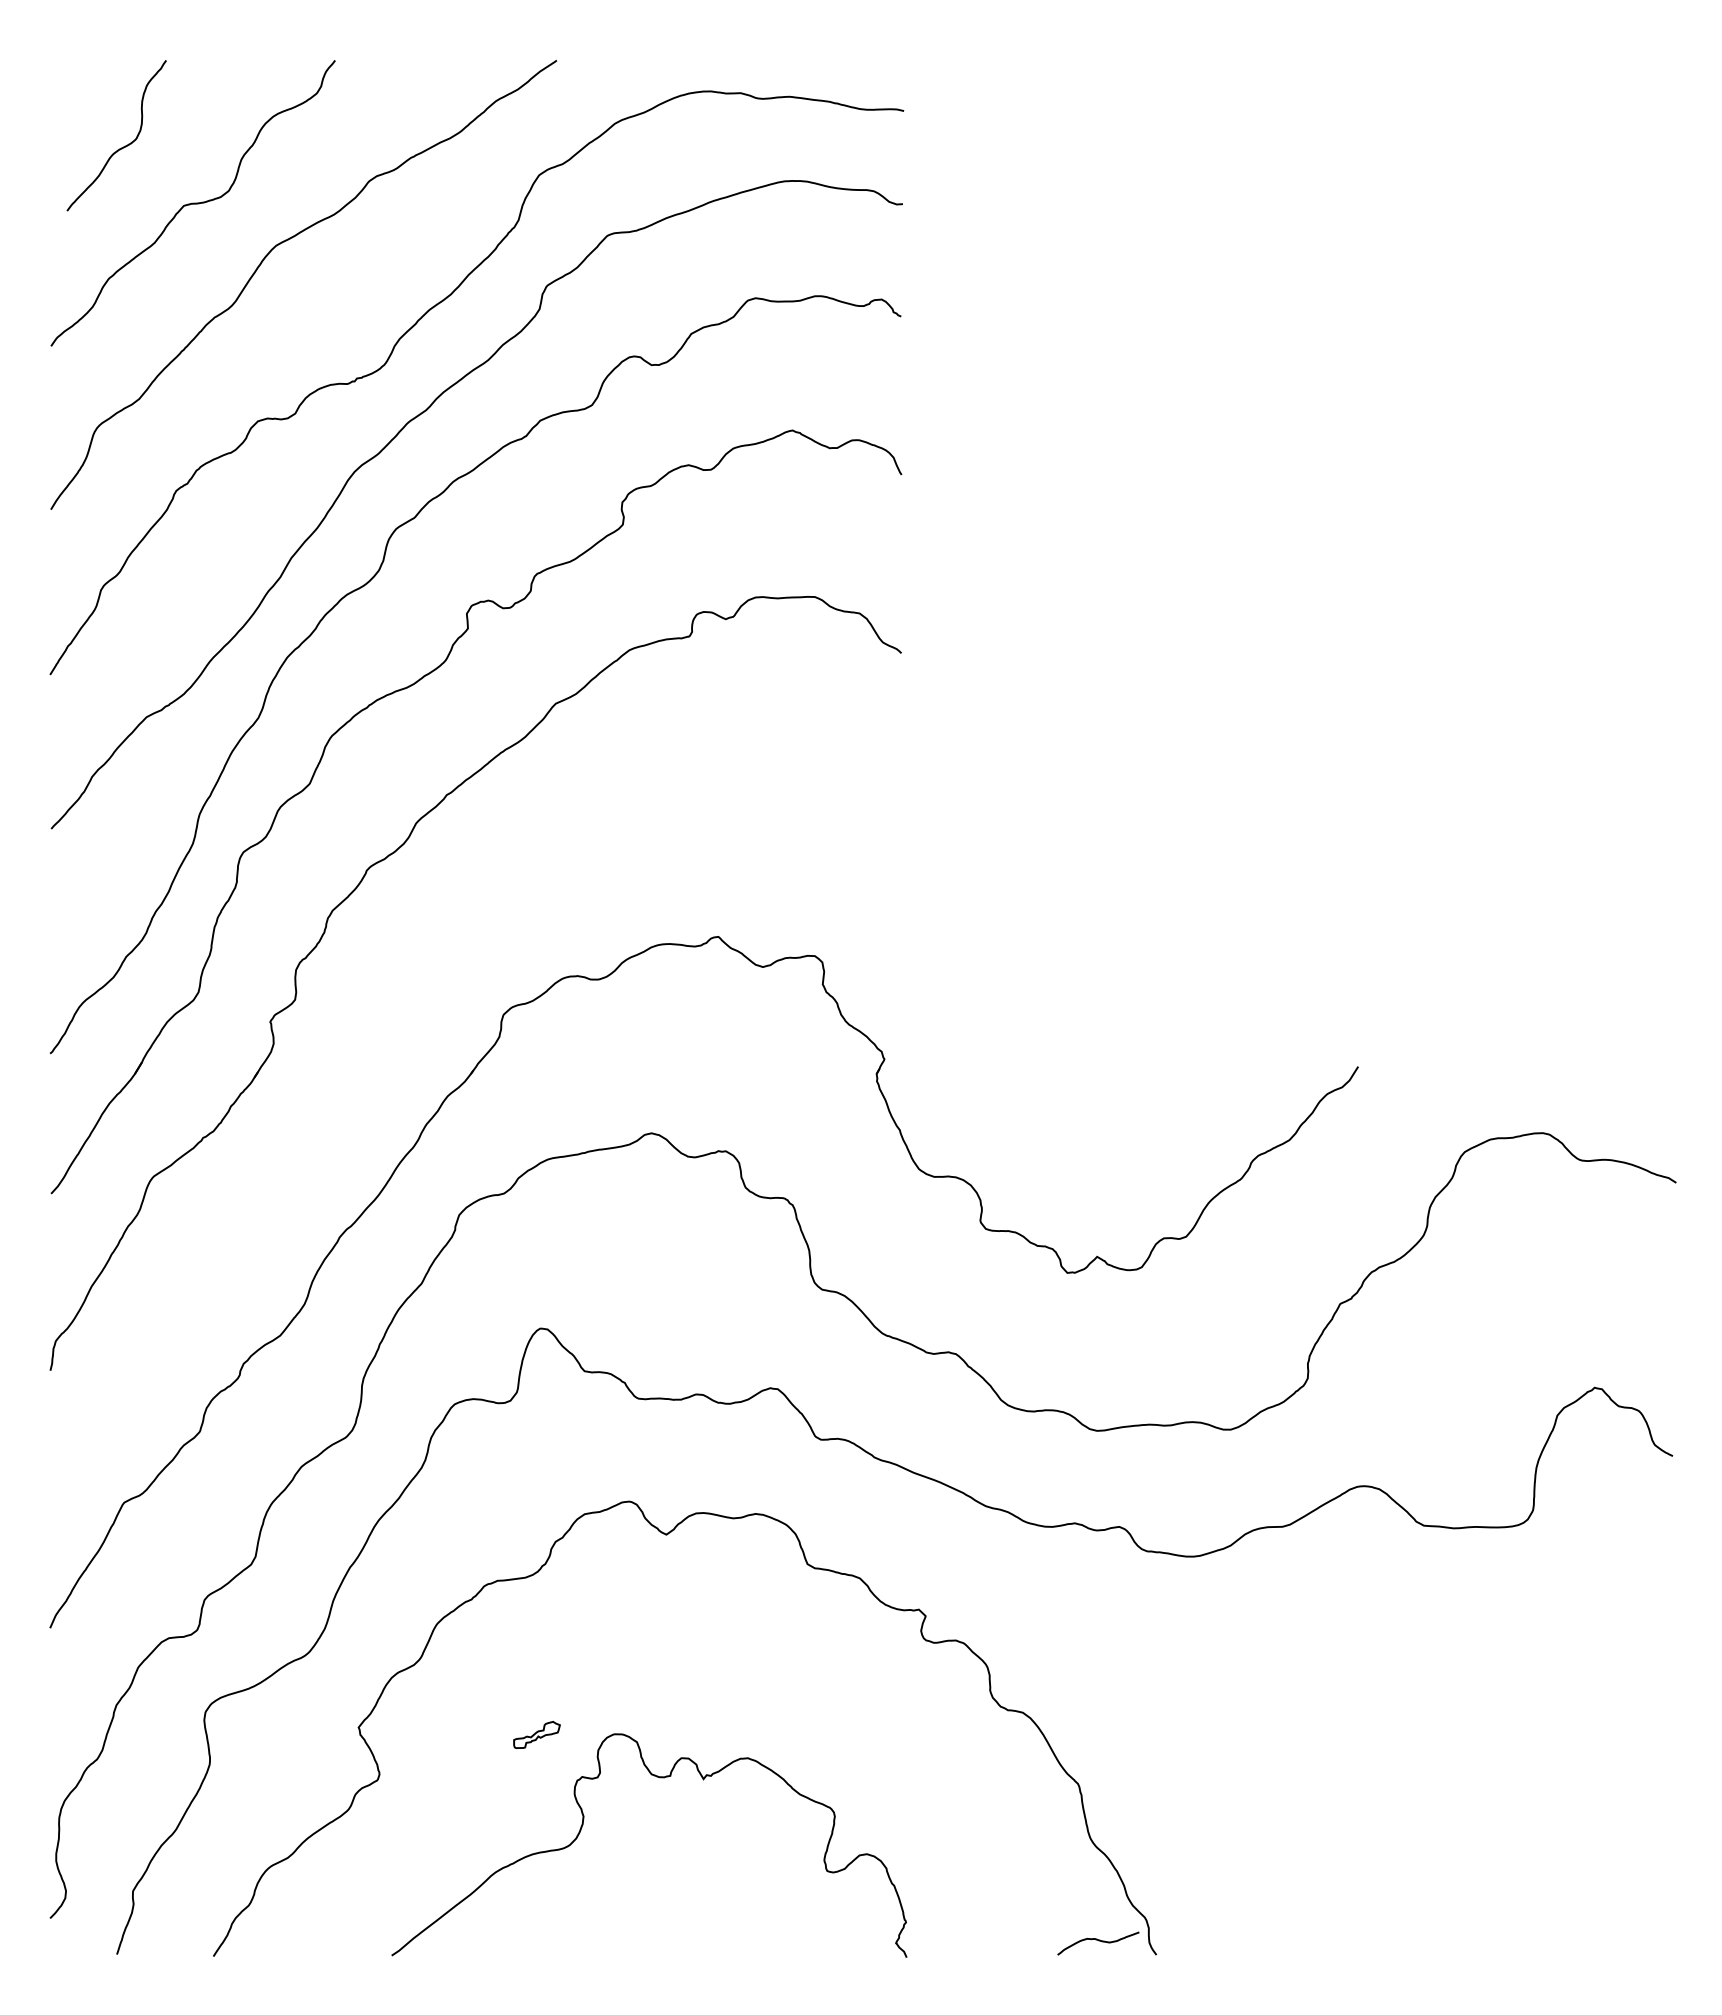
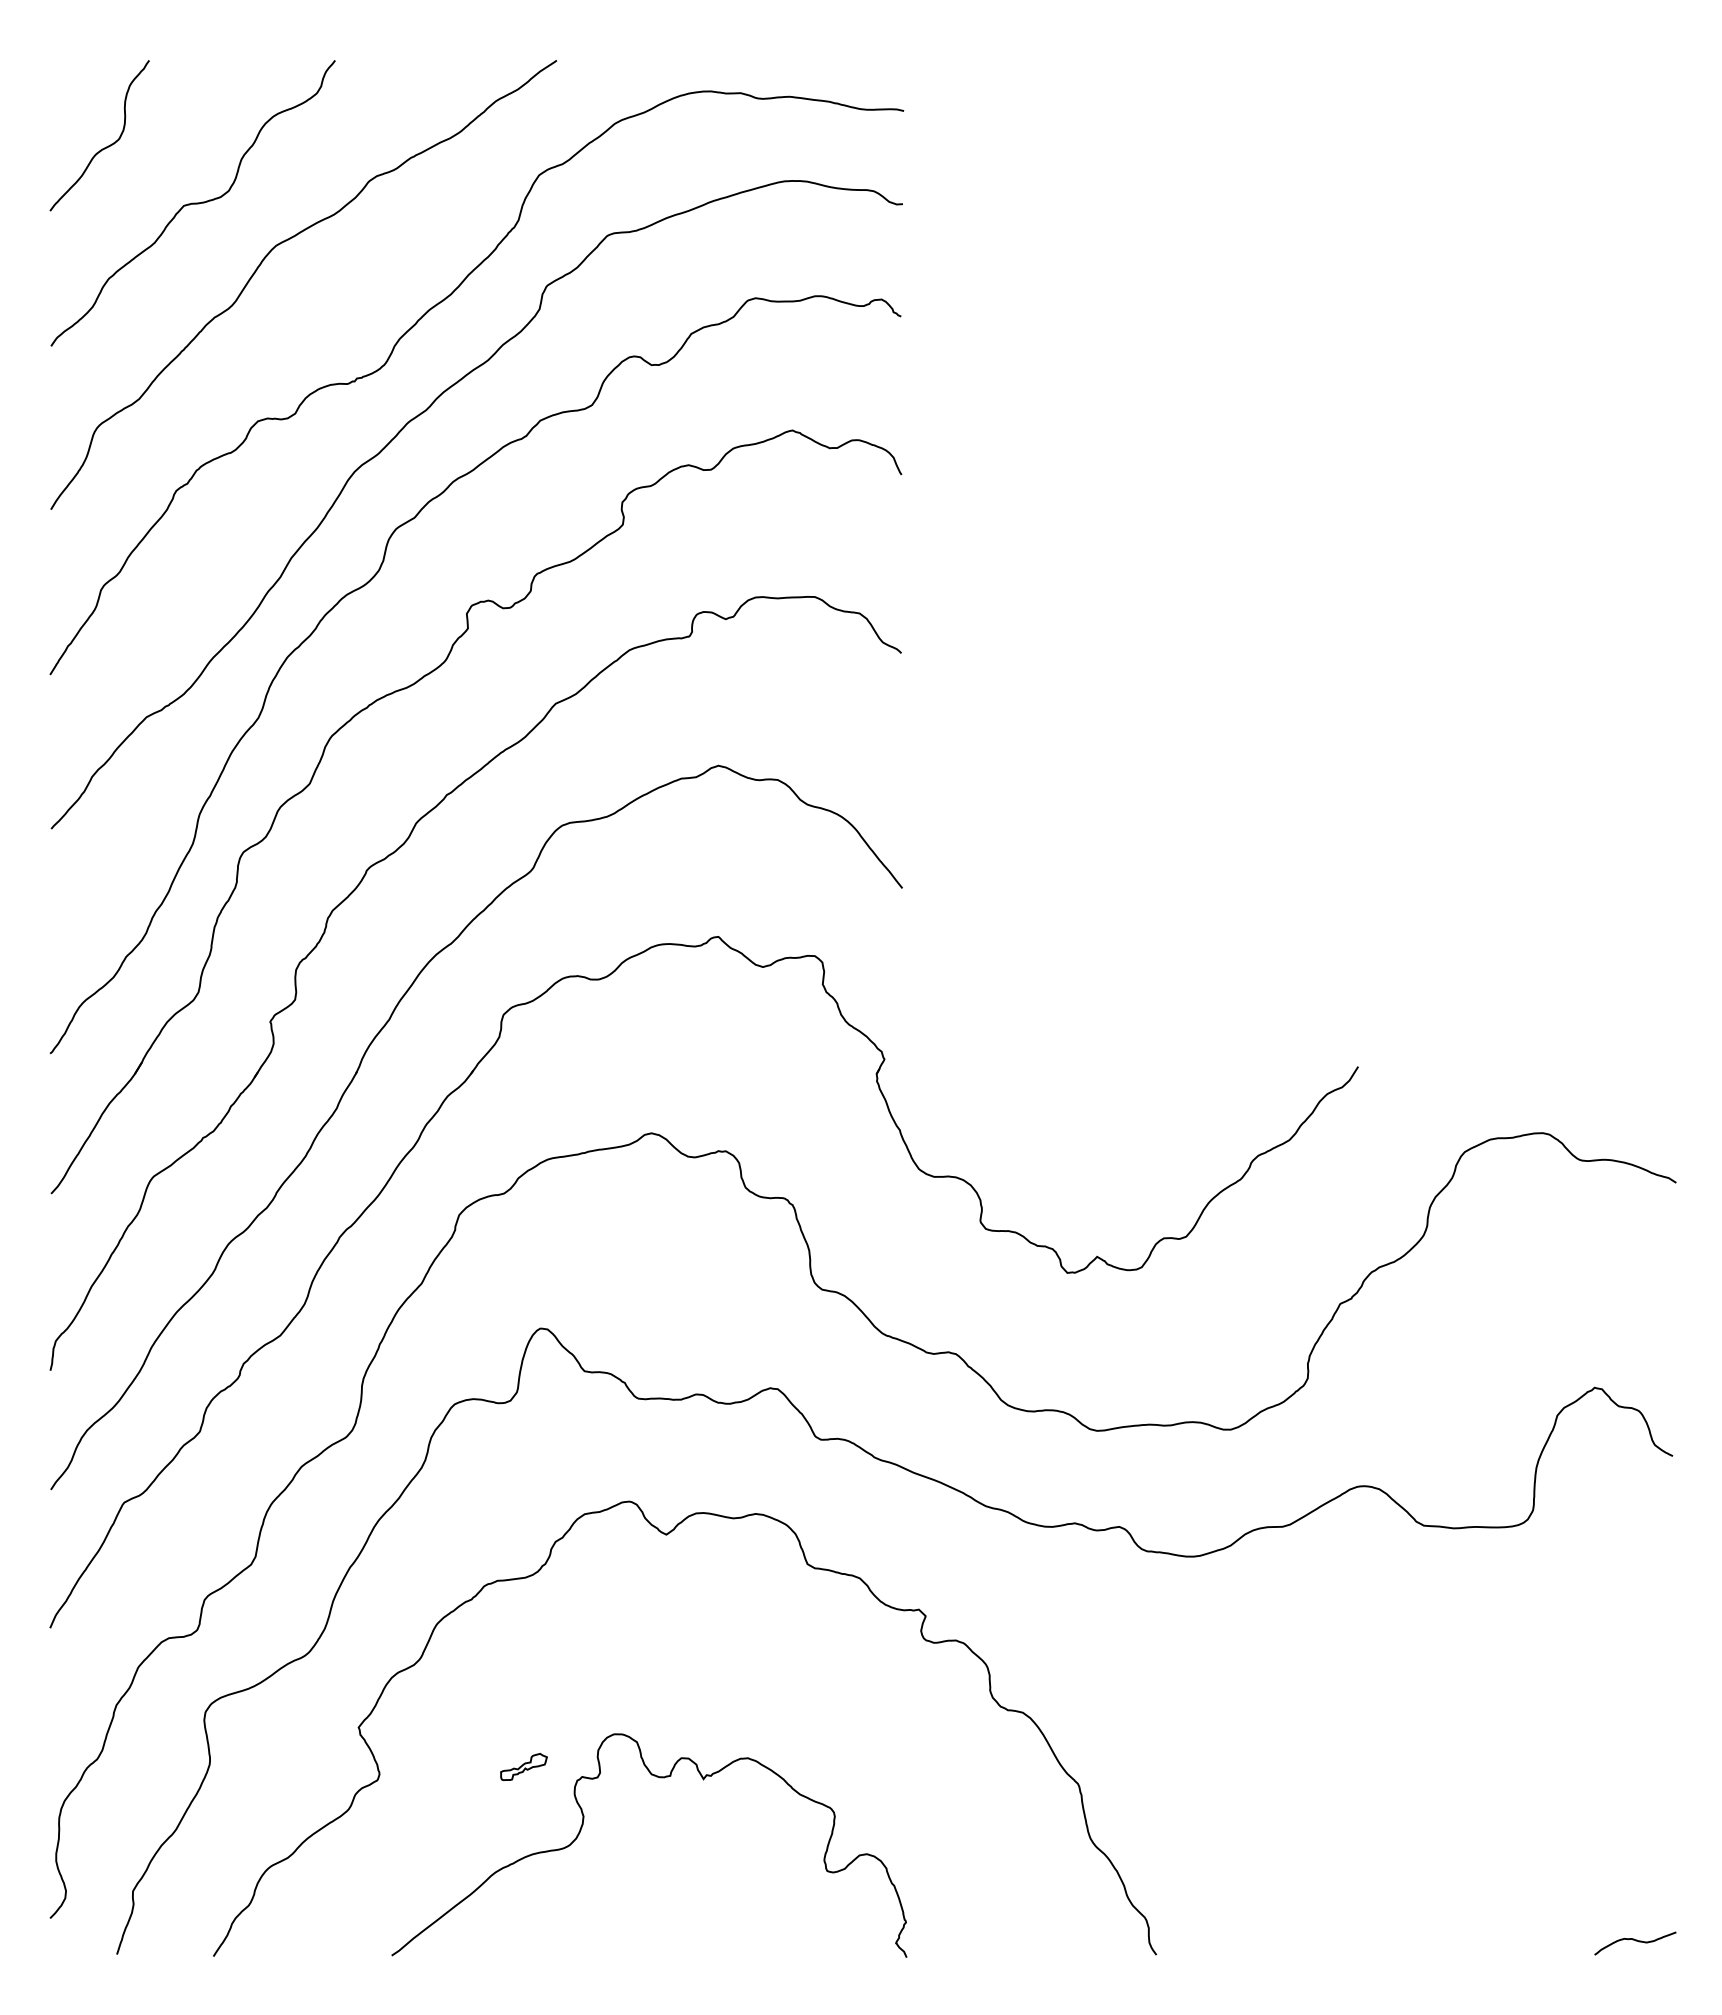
curve at (121, 147) position: (121, 147) -> (104, 147)
part at (357, 1073): none -> present
part at (536, 1734) position: (536, 1734) -> (523, 1766)
curve at (1098, 1941) position: (1098, 1941) -> (1635, 1941)
